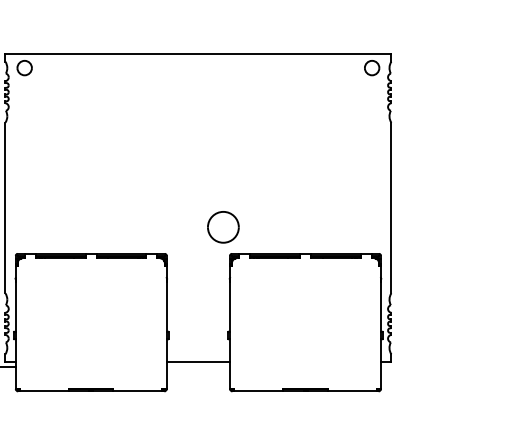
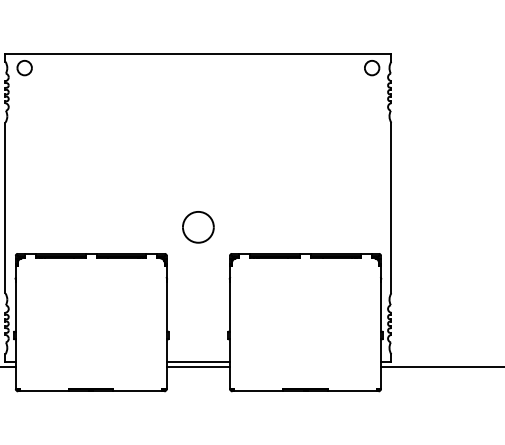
part at (223, 227) position: (223, 227) -> (198, 227)
line at (198, 366): none -> present
line at (441, 366): none -> present
